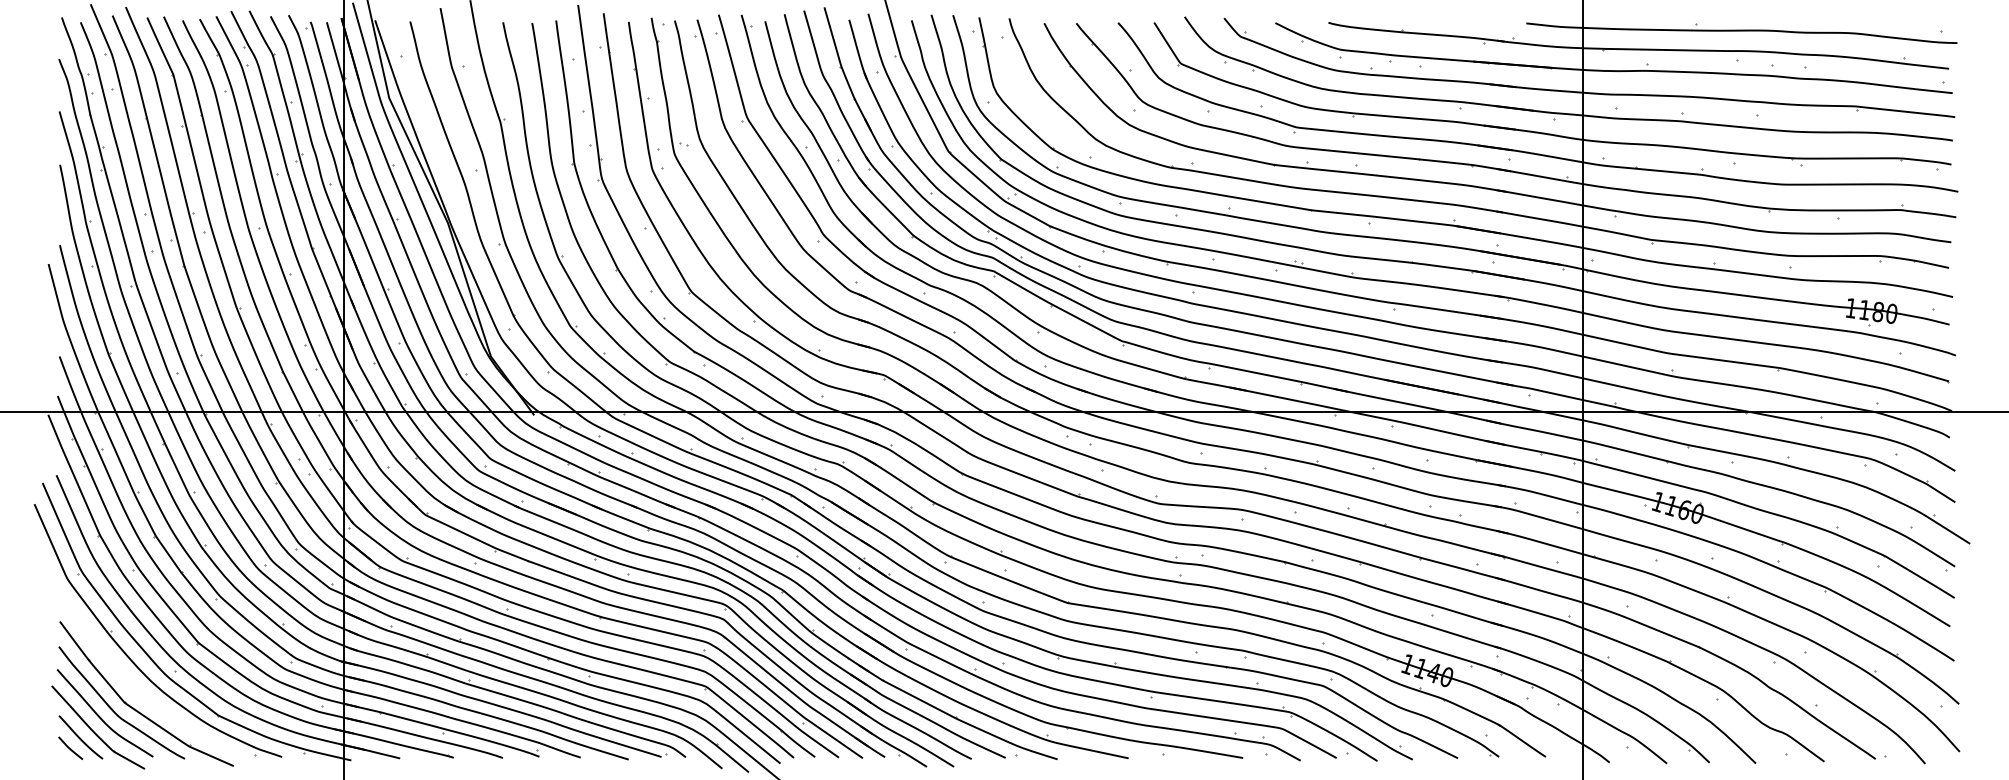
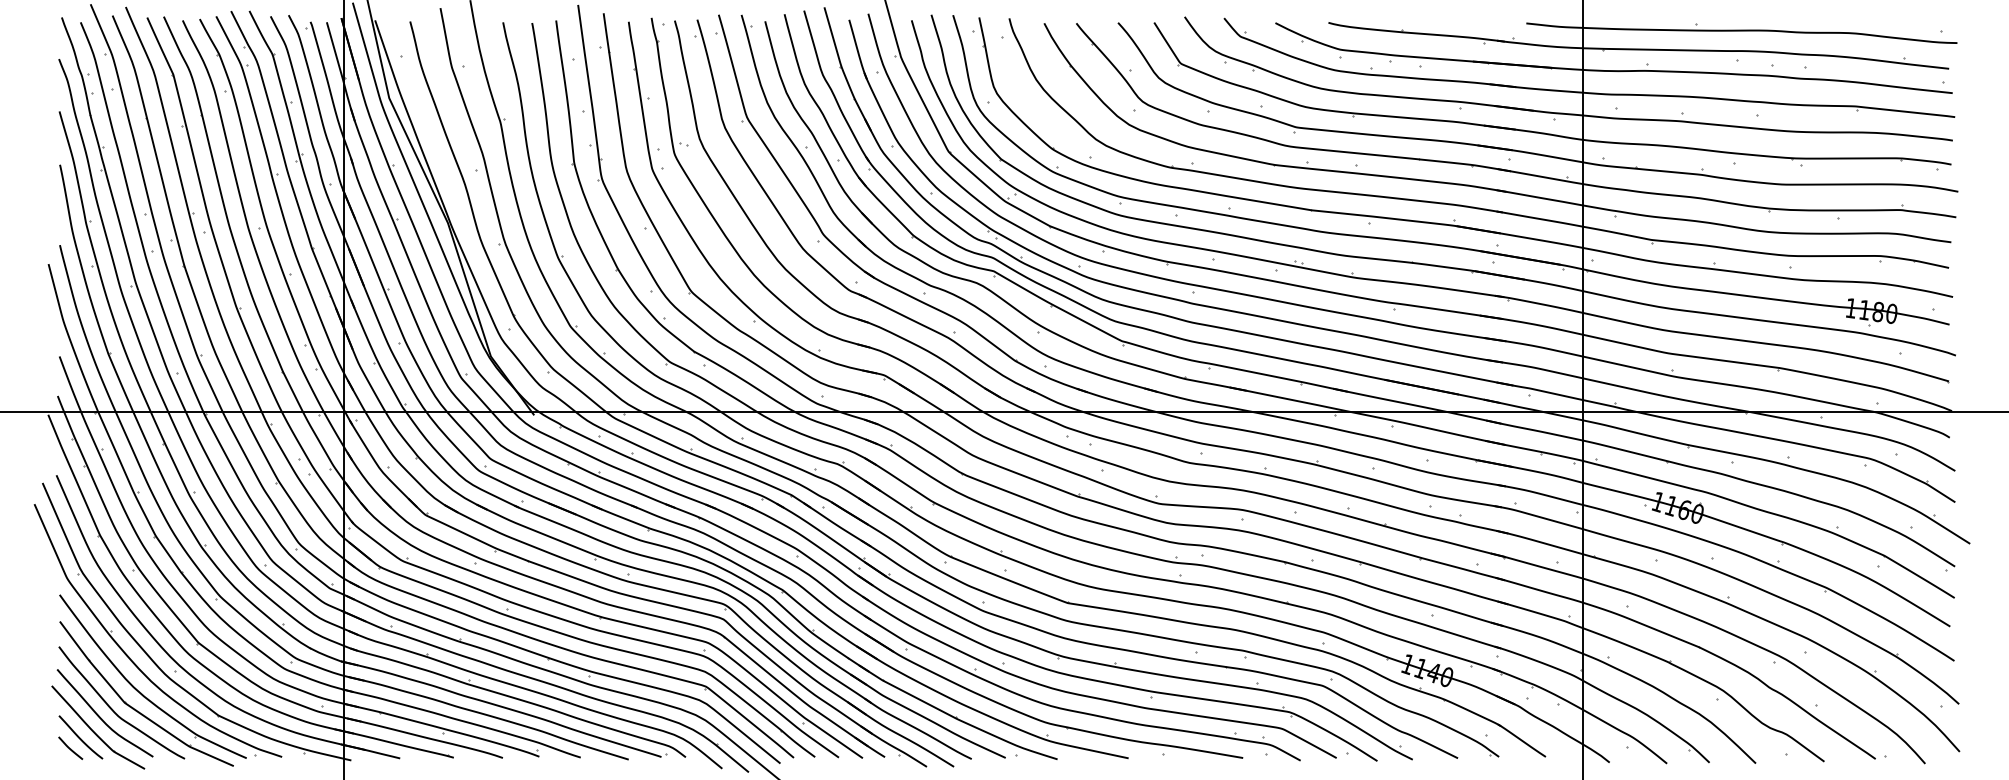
part at (141, 692): none -> present
